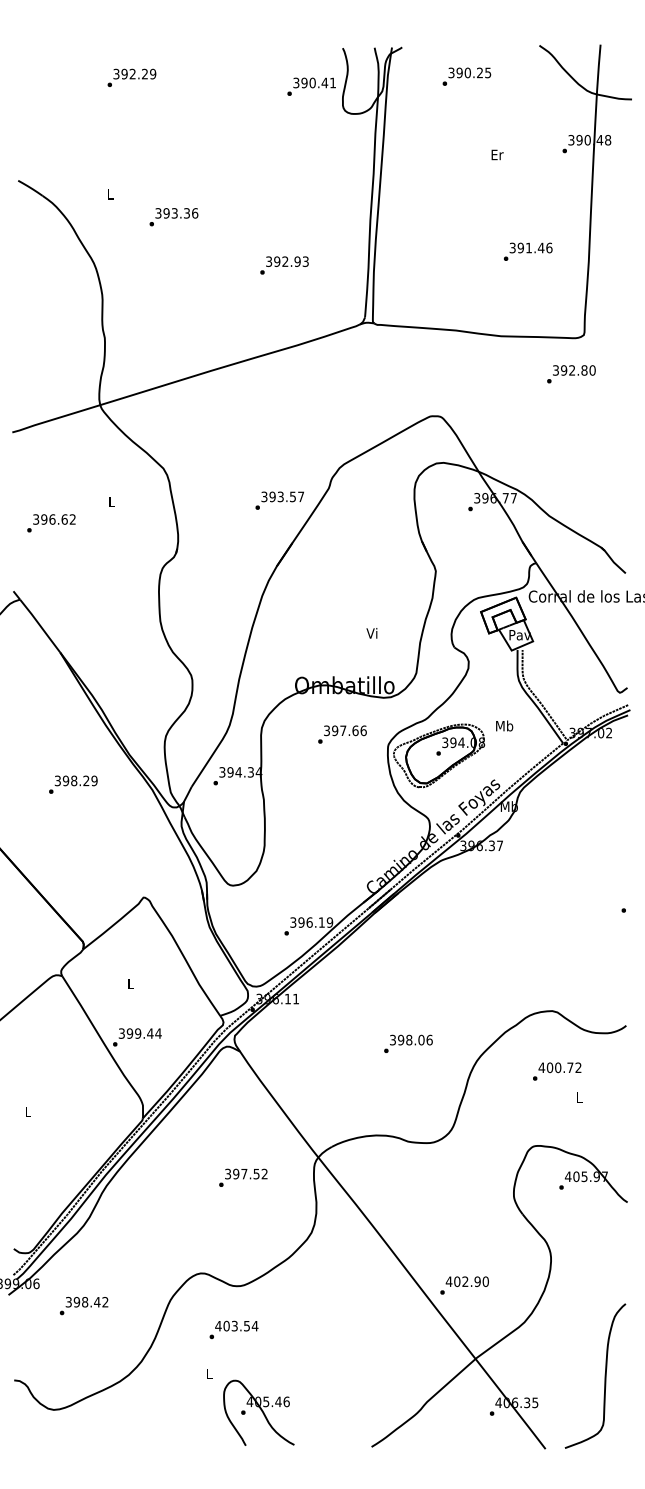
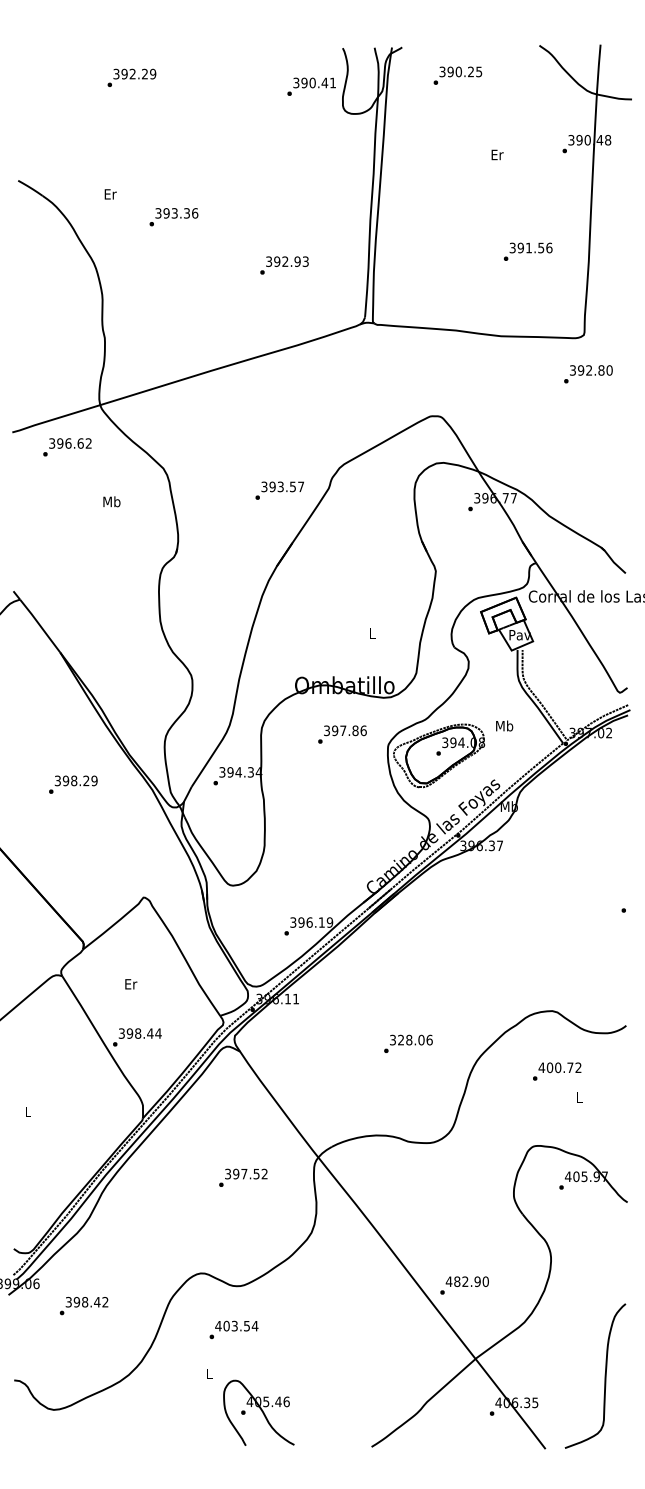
text at (466, 76) position: (466, 76) -> (457, 75)
text at (110, 194): L -> Er
text at (540, 247): 391.46 -> 391.56
text at (571, 374) position: (571, 374) -> (588, 374)
text at (279, 500) position: (279, 500) -> (279, 490)
text at (111, 501): L -> Mb
text at (51, 523) position: (51, 523) -> (67, 447)
text at (371, 633): Vi -> L
text at (355, 730): 397.66 -> 397.86
text at (131, 984): L -> Er
text at (138, 1033): 399.44 -> 398.44
text at (401, 1040): 398.06 -> 328.06
text at (457, 1281): 402.90 -> 482.90
